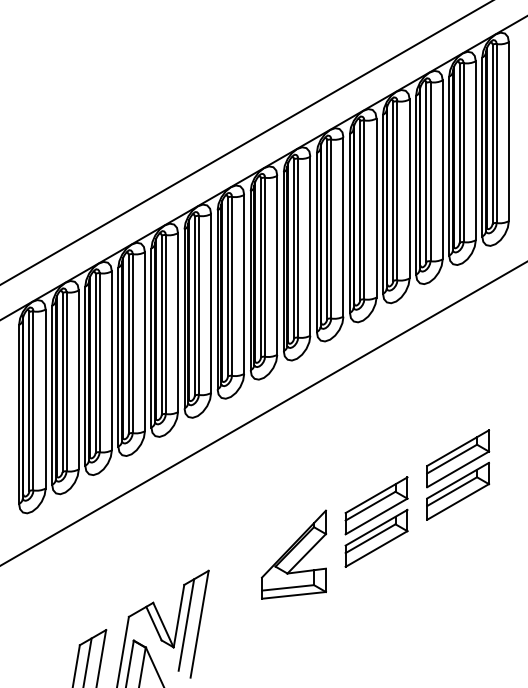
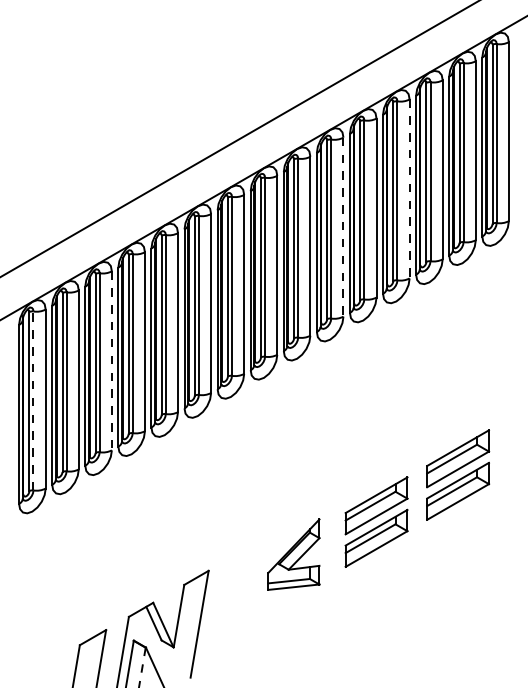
line at (246, 142) position: (246, 142) -> (239, 139)
line at (409, 189): solid -> dashed
line at (343, 227): solid -> dashed
line at (111, 361): solid -> dashed
line at (33, 400): solid -> dashed
line at (263, 413): present -> none
part at (293, 554) size: 67x91 px -> 54x73 px
line at (186, 624): present -> none
line at (87, 661): present -> none
line at (142, 668): solid -> dashed
